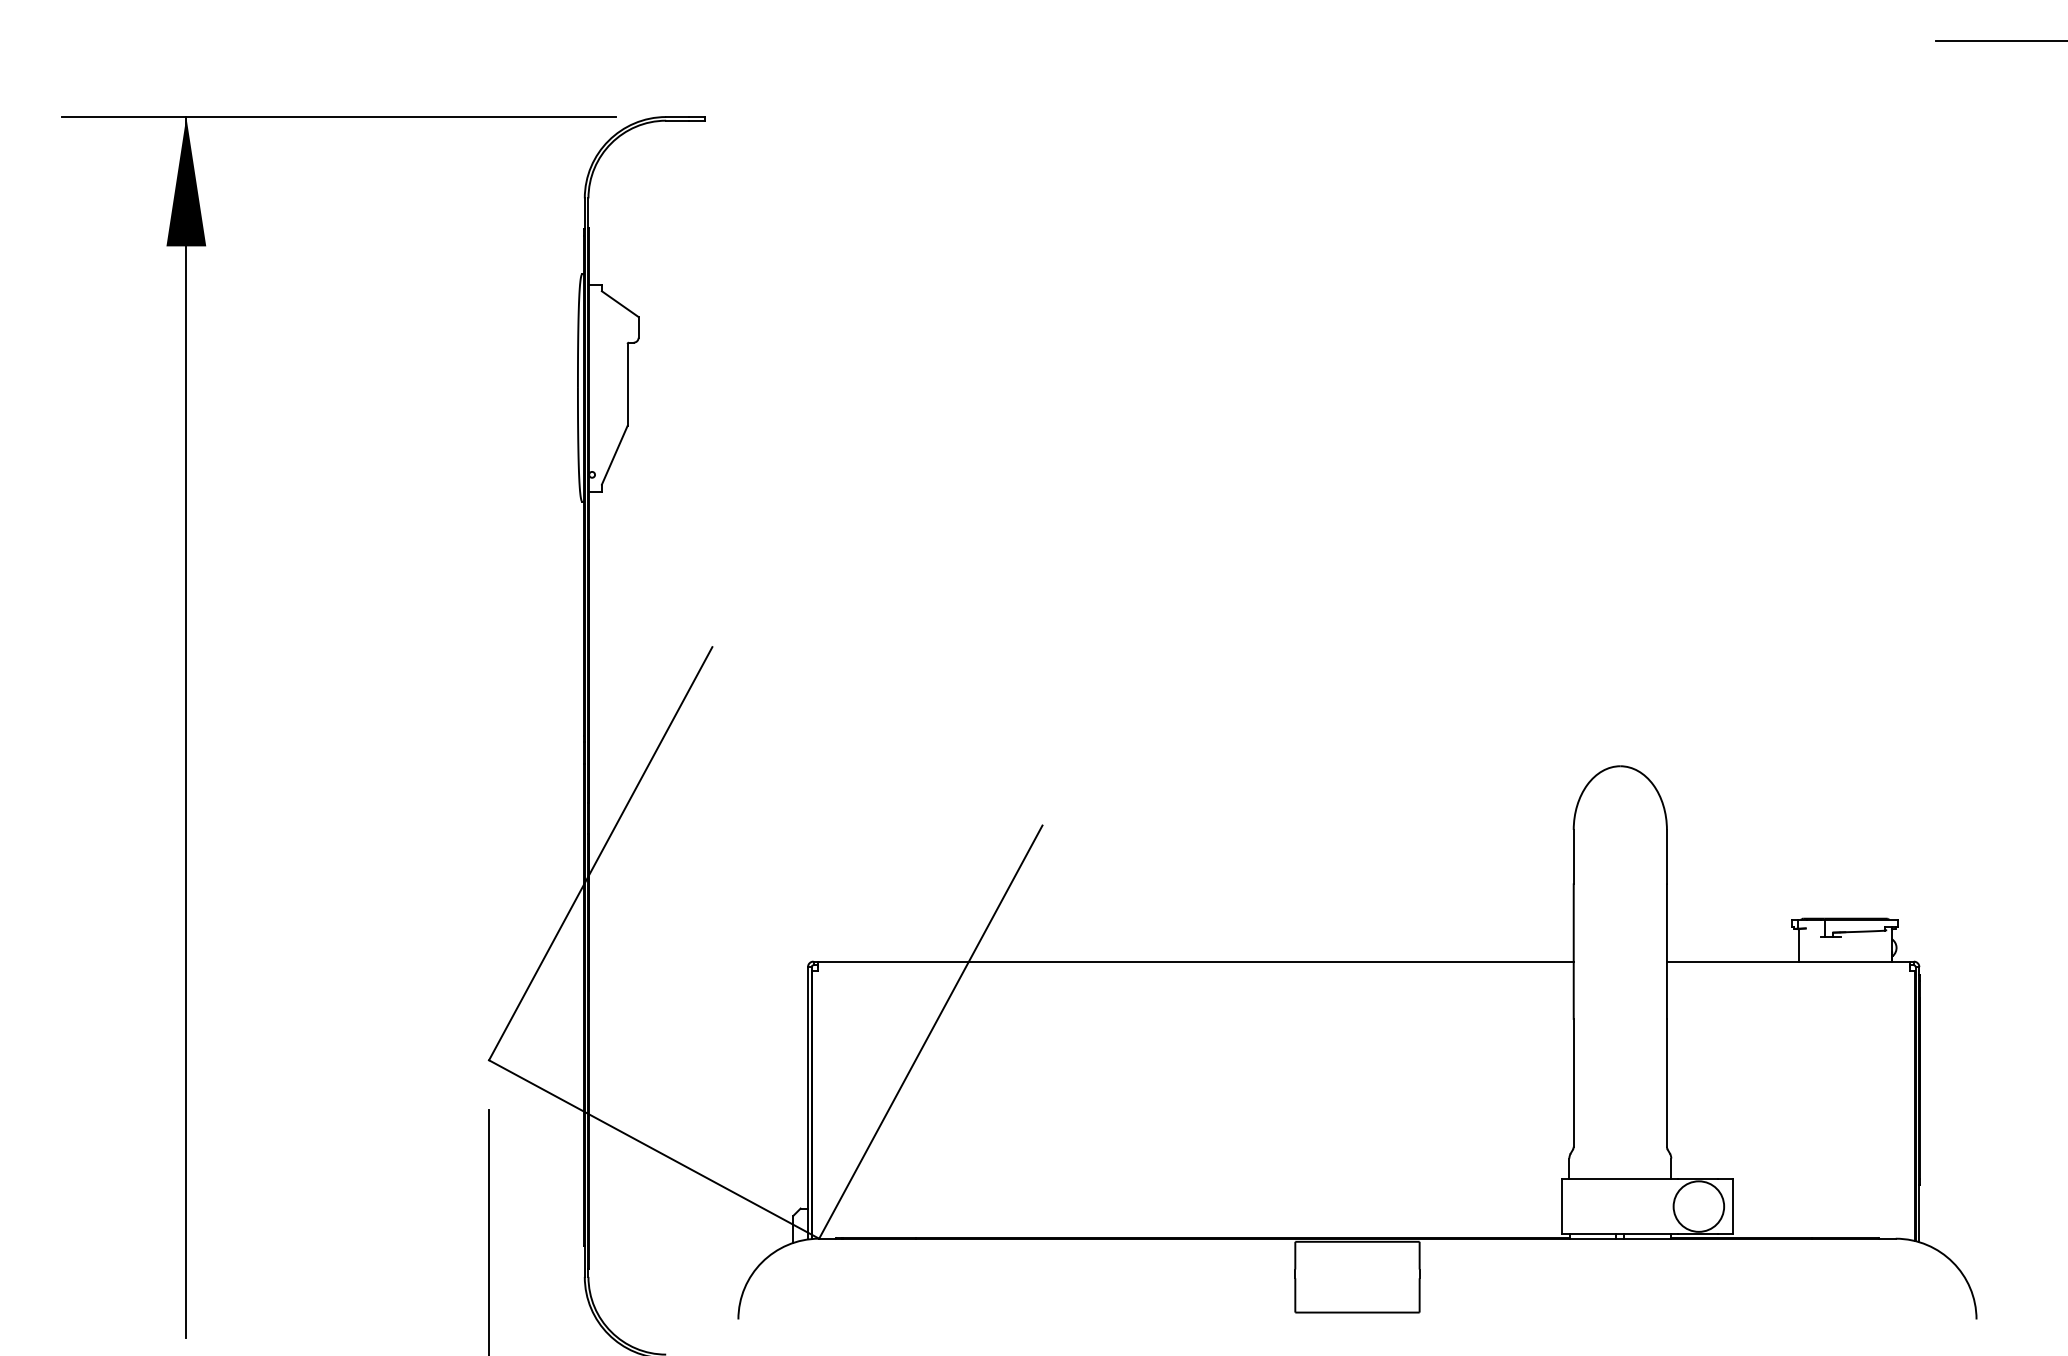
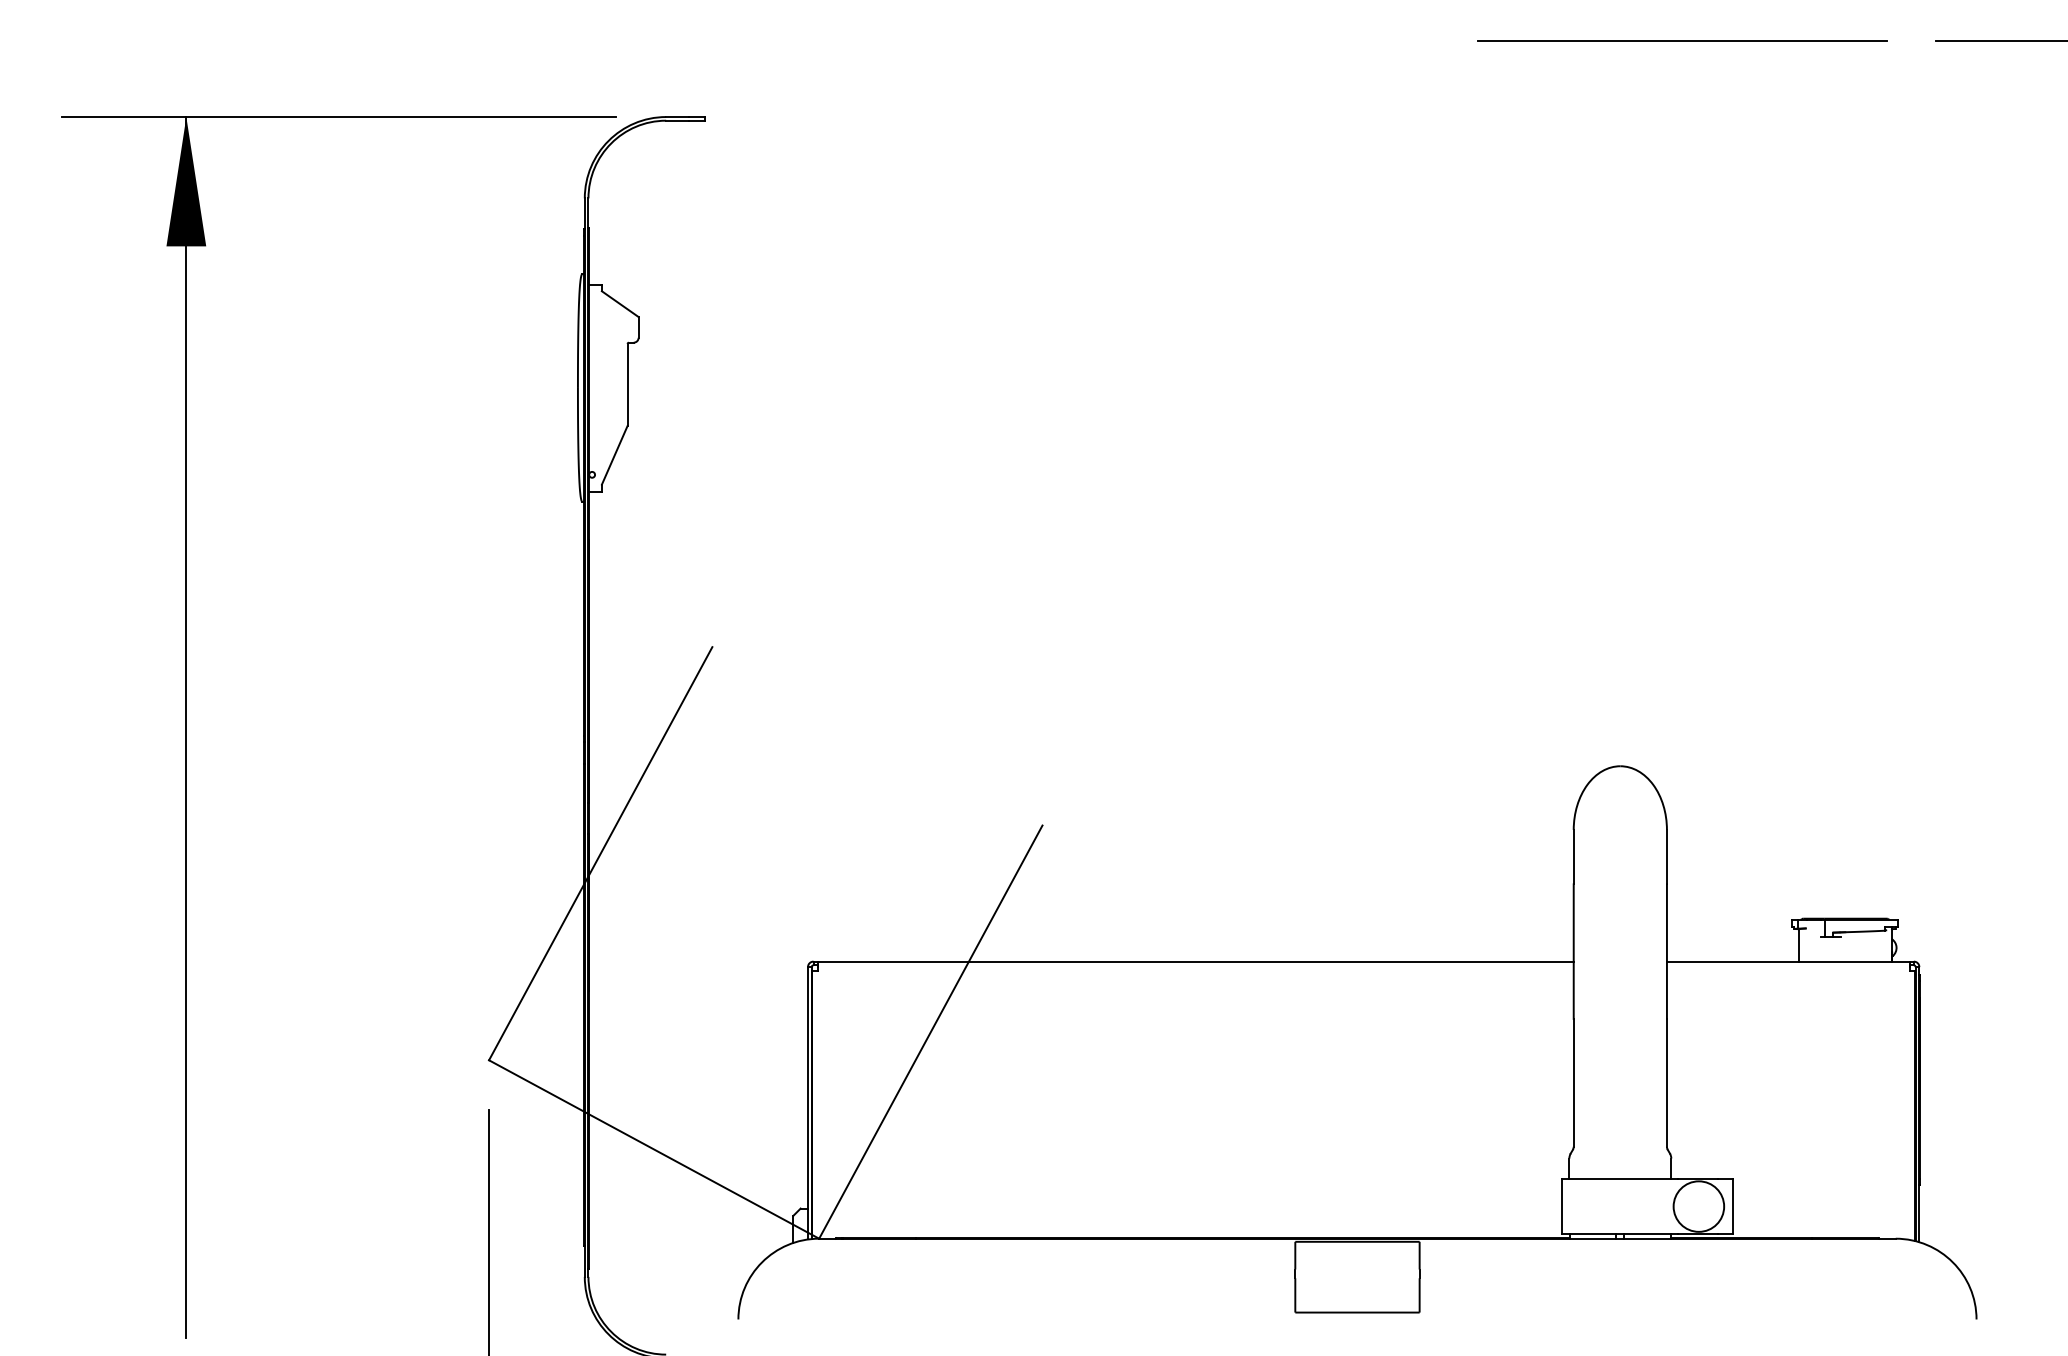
line at (1682, 40): none -> present
